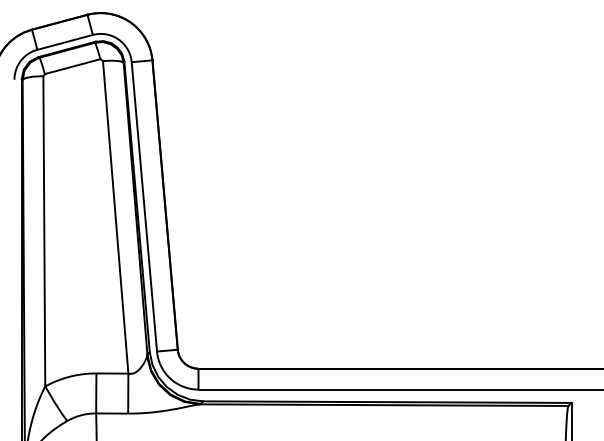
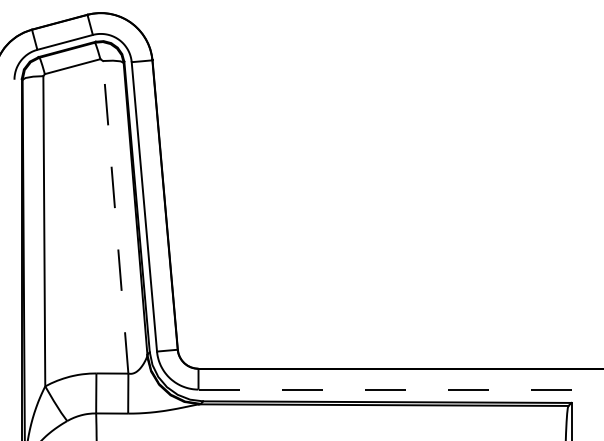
line at (115, 217): solid -> dashed
line at (401, 389): solid -> dashed
